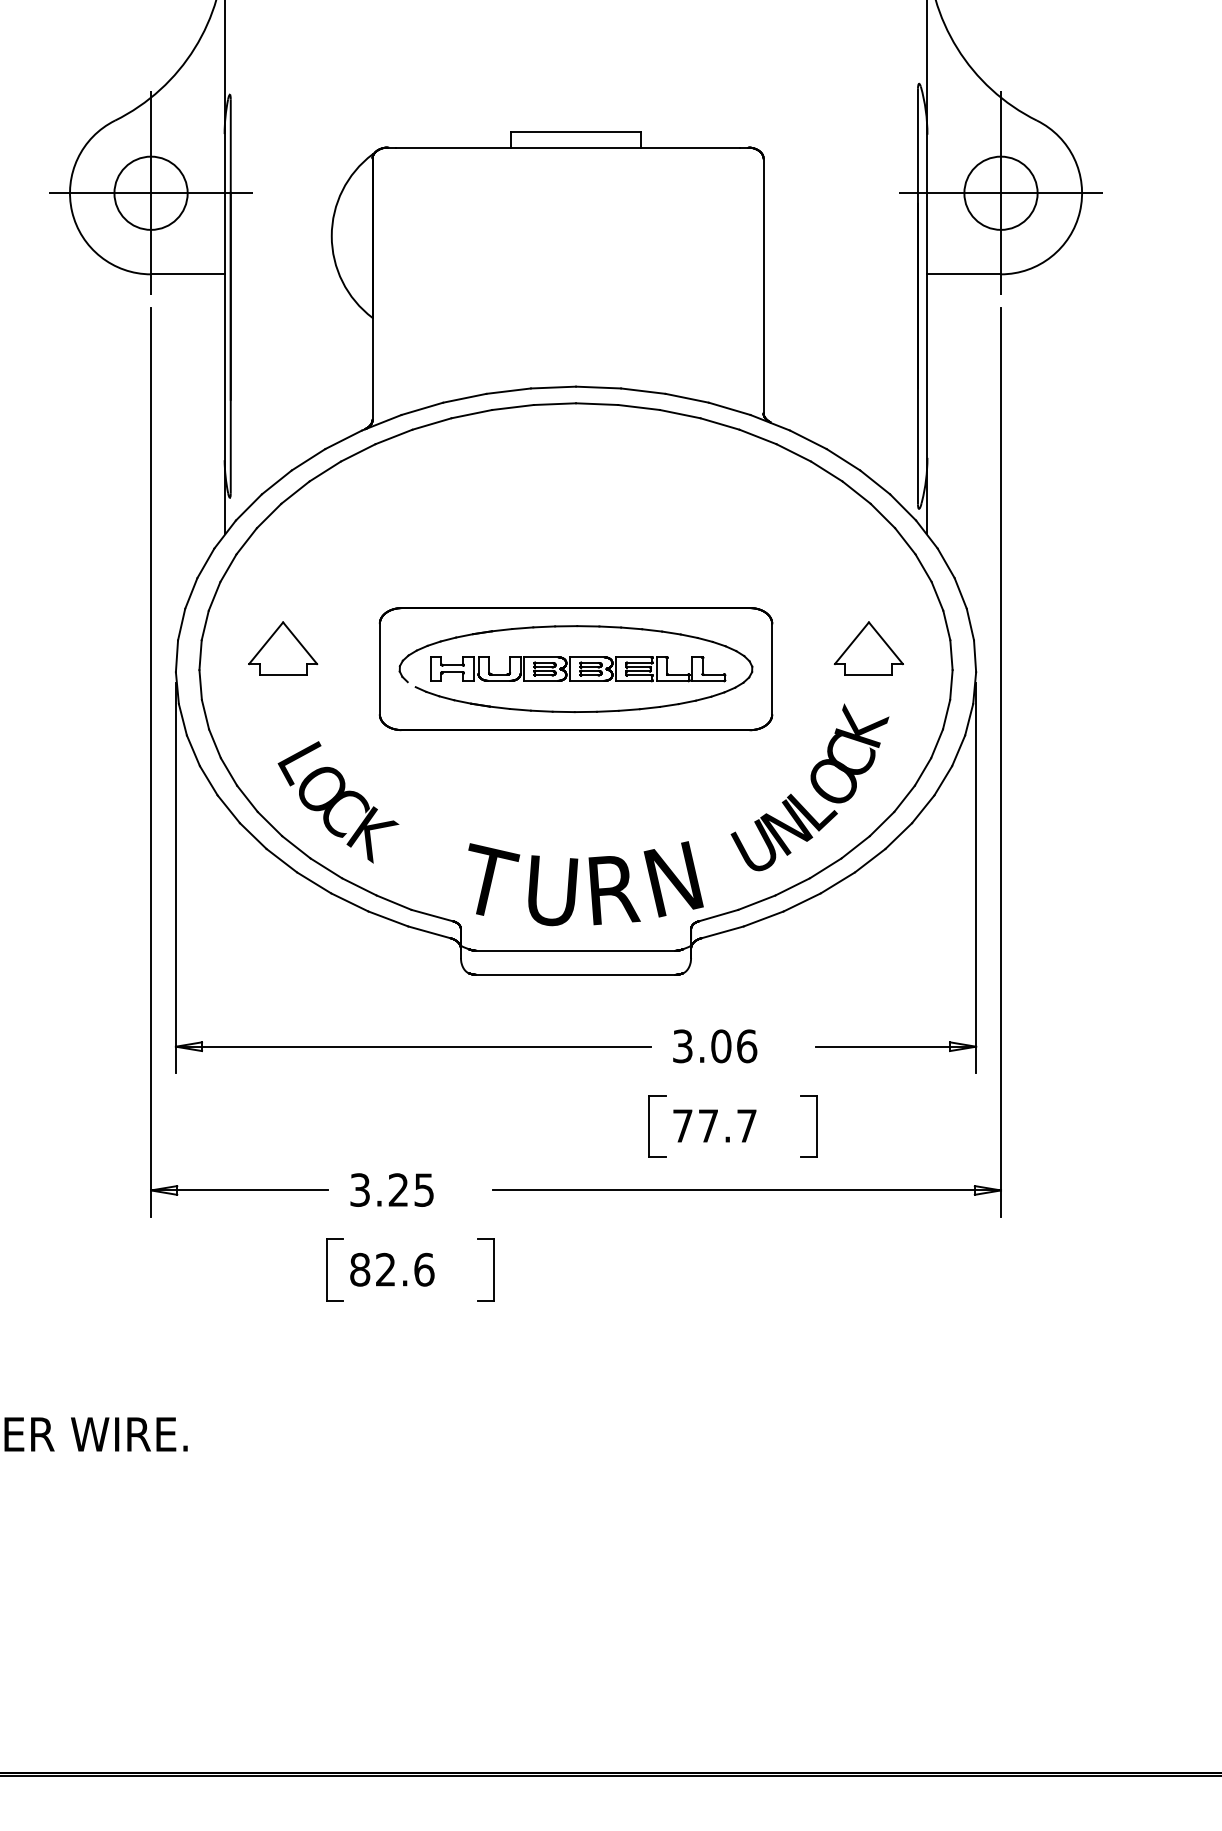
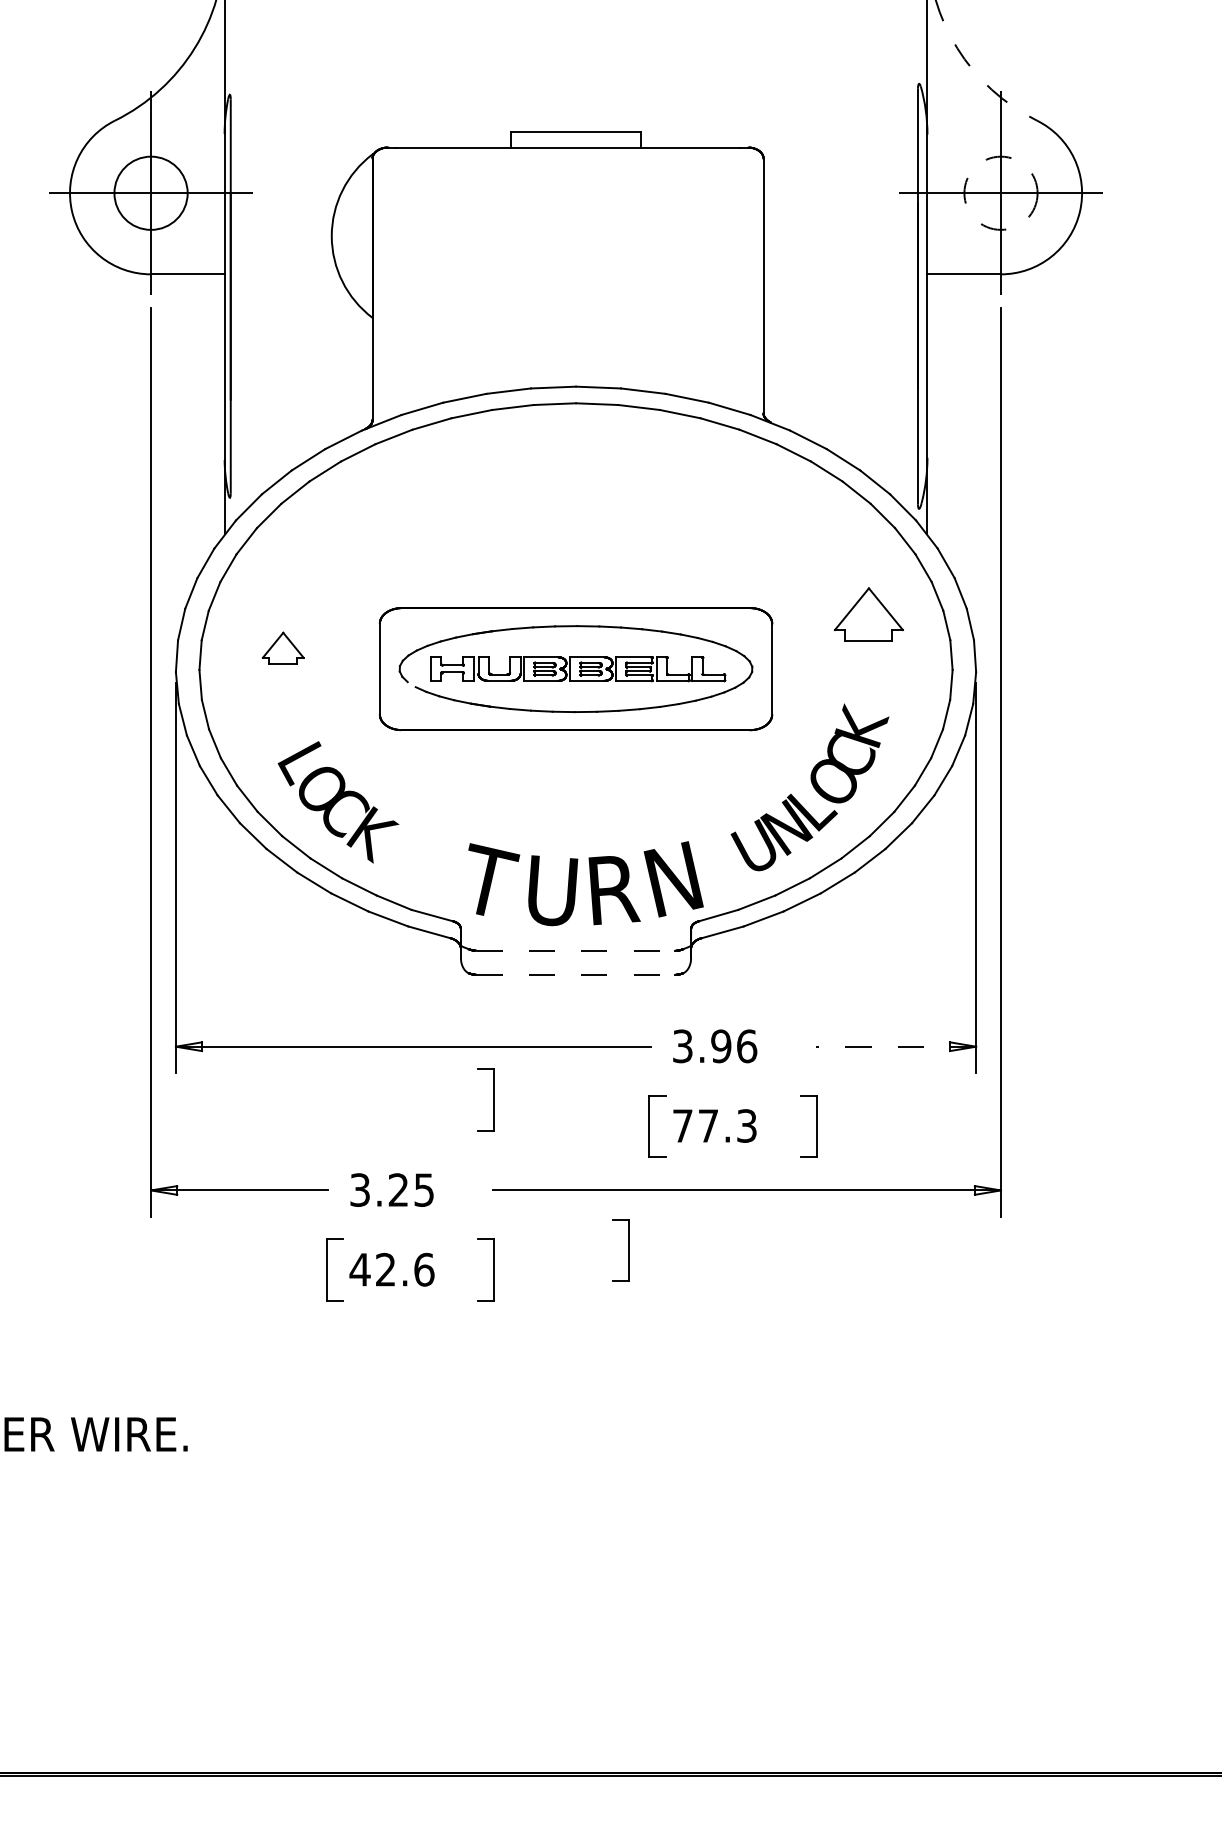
arc at (973, 70): solid -> dashed
circle at (1000, 192): solid -> dashed
part at (283, 648) size: 71x55 px -> 44x34 px
part at (868, 648) position: (868, 648) -> (868, 614)
line at (576, 950): solid -> dashed
line at (576, 974): solid -> dashed
text at (721, 1046): 3.06 -> 3.96
line at (895, 1046): solid -> dashed
part at (493, 1099): none -> present
text at (746, 1125): 77.7 -> 77.3
part at (628, 1250): none -> present
text at (359, 1269): 82.6 -> 42.6
